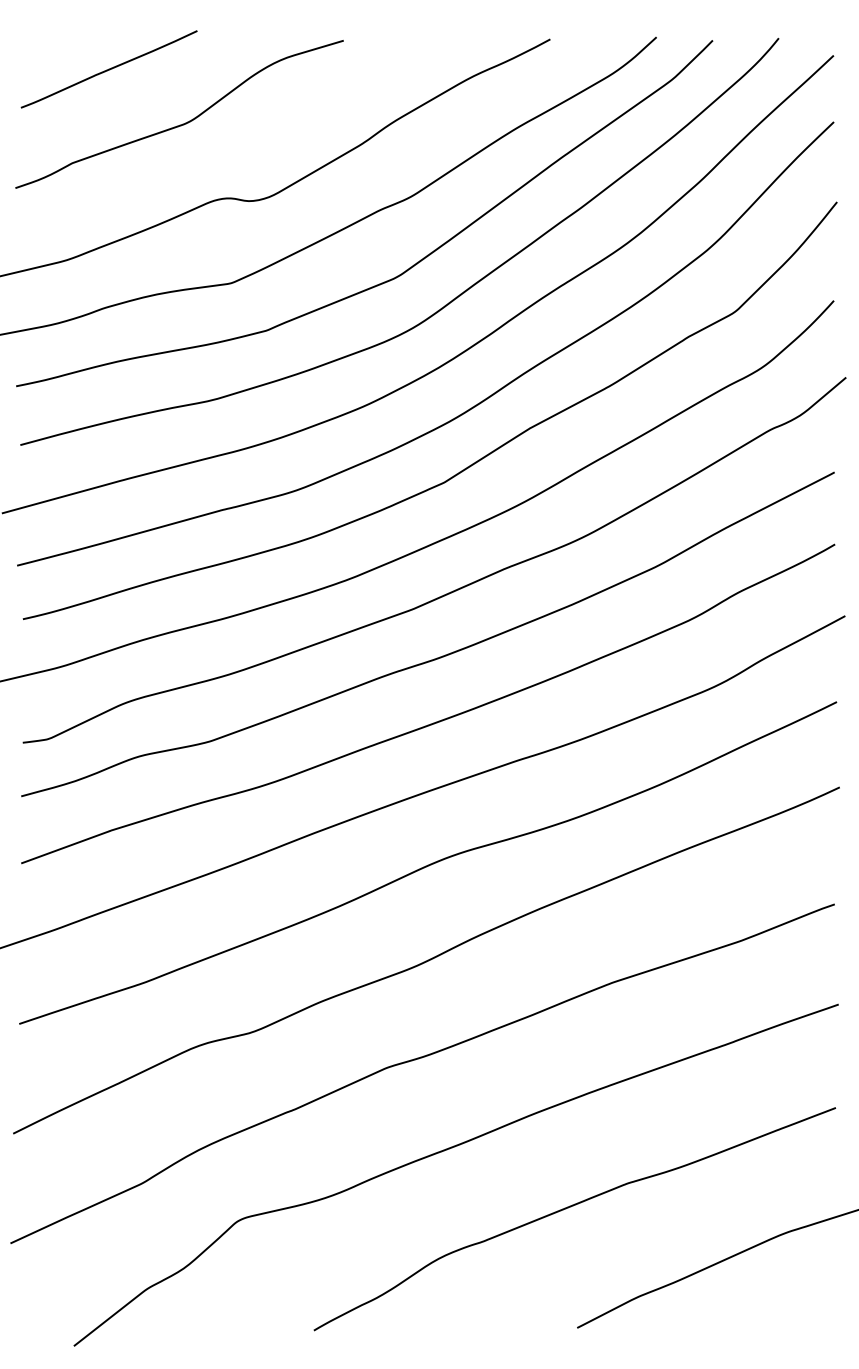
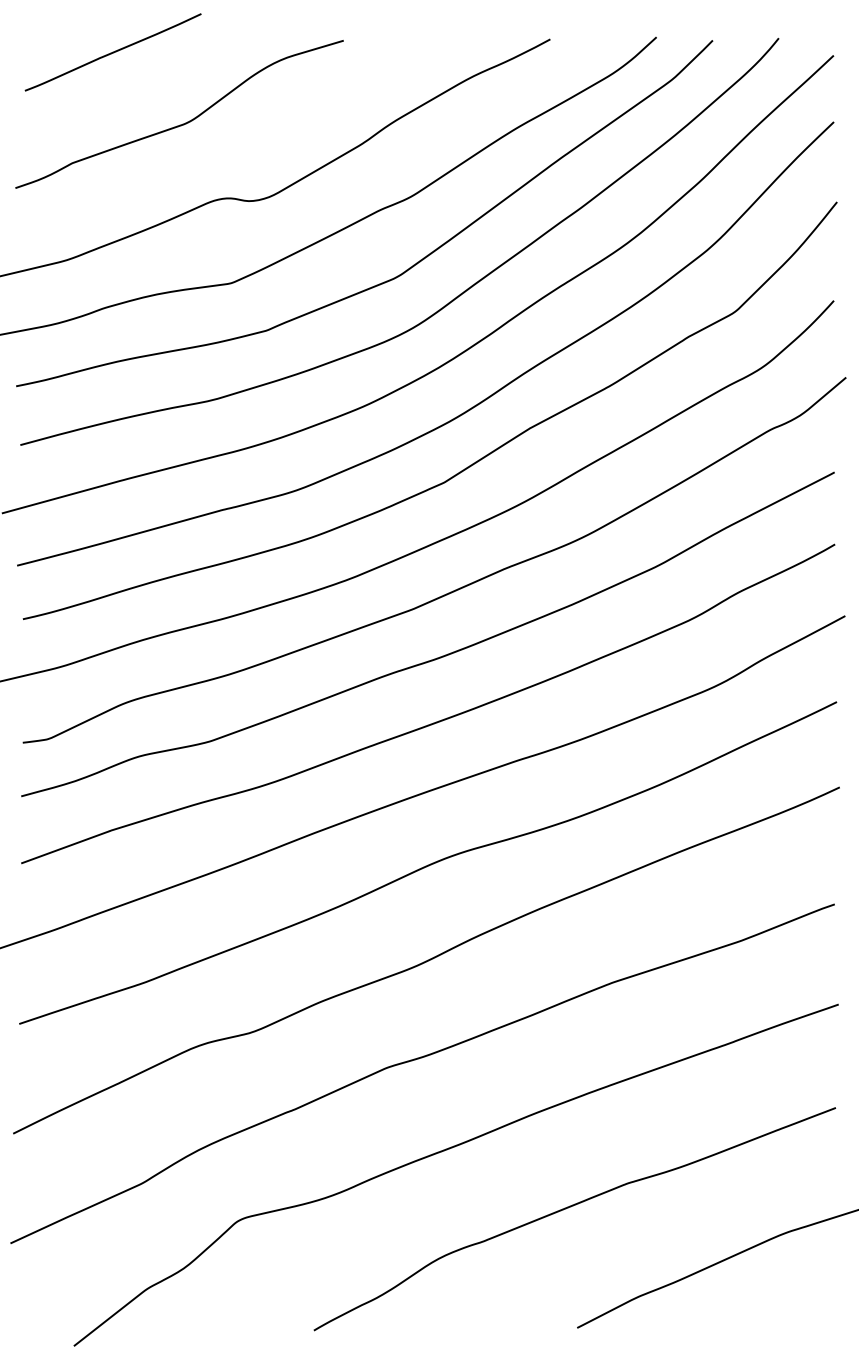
line at (108, 69) position: (108, 69) -> (112, 52)
